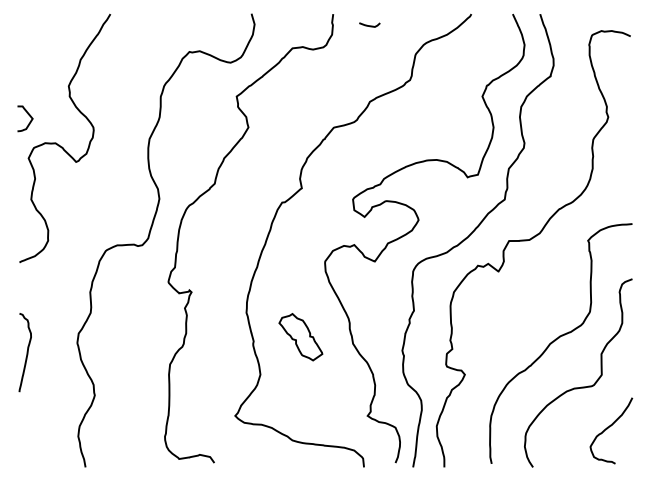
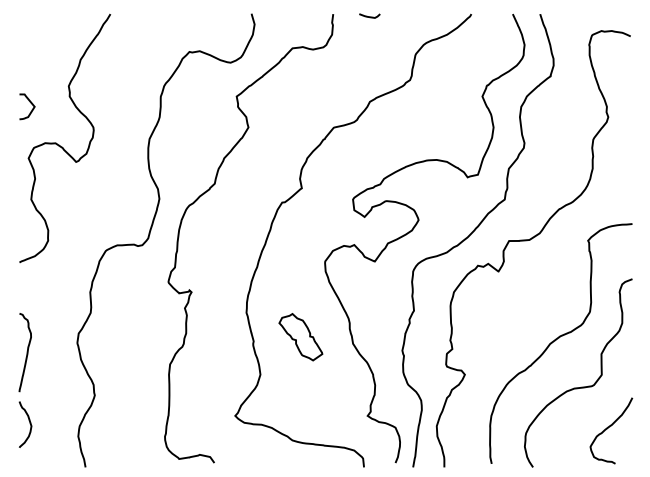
curve at (369, 25) position: (369, 25) -> (369, 16)
curve at (28, 115) position: (28, 115) -> (30, 103)
curve at (29, 423): none -> present
